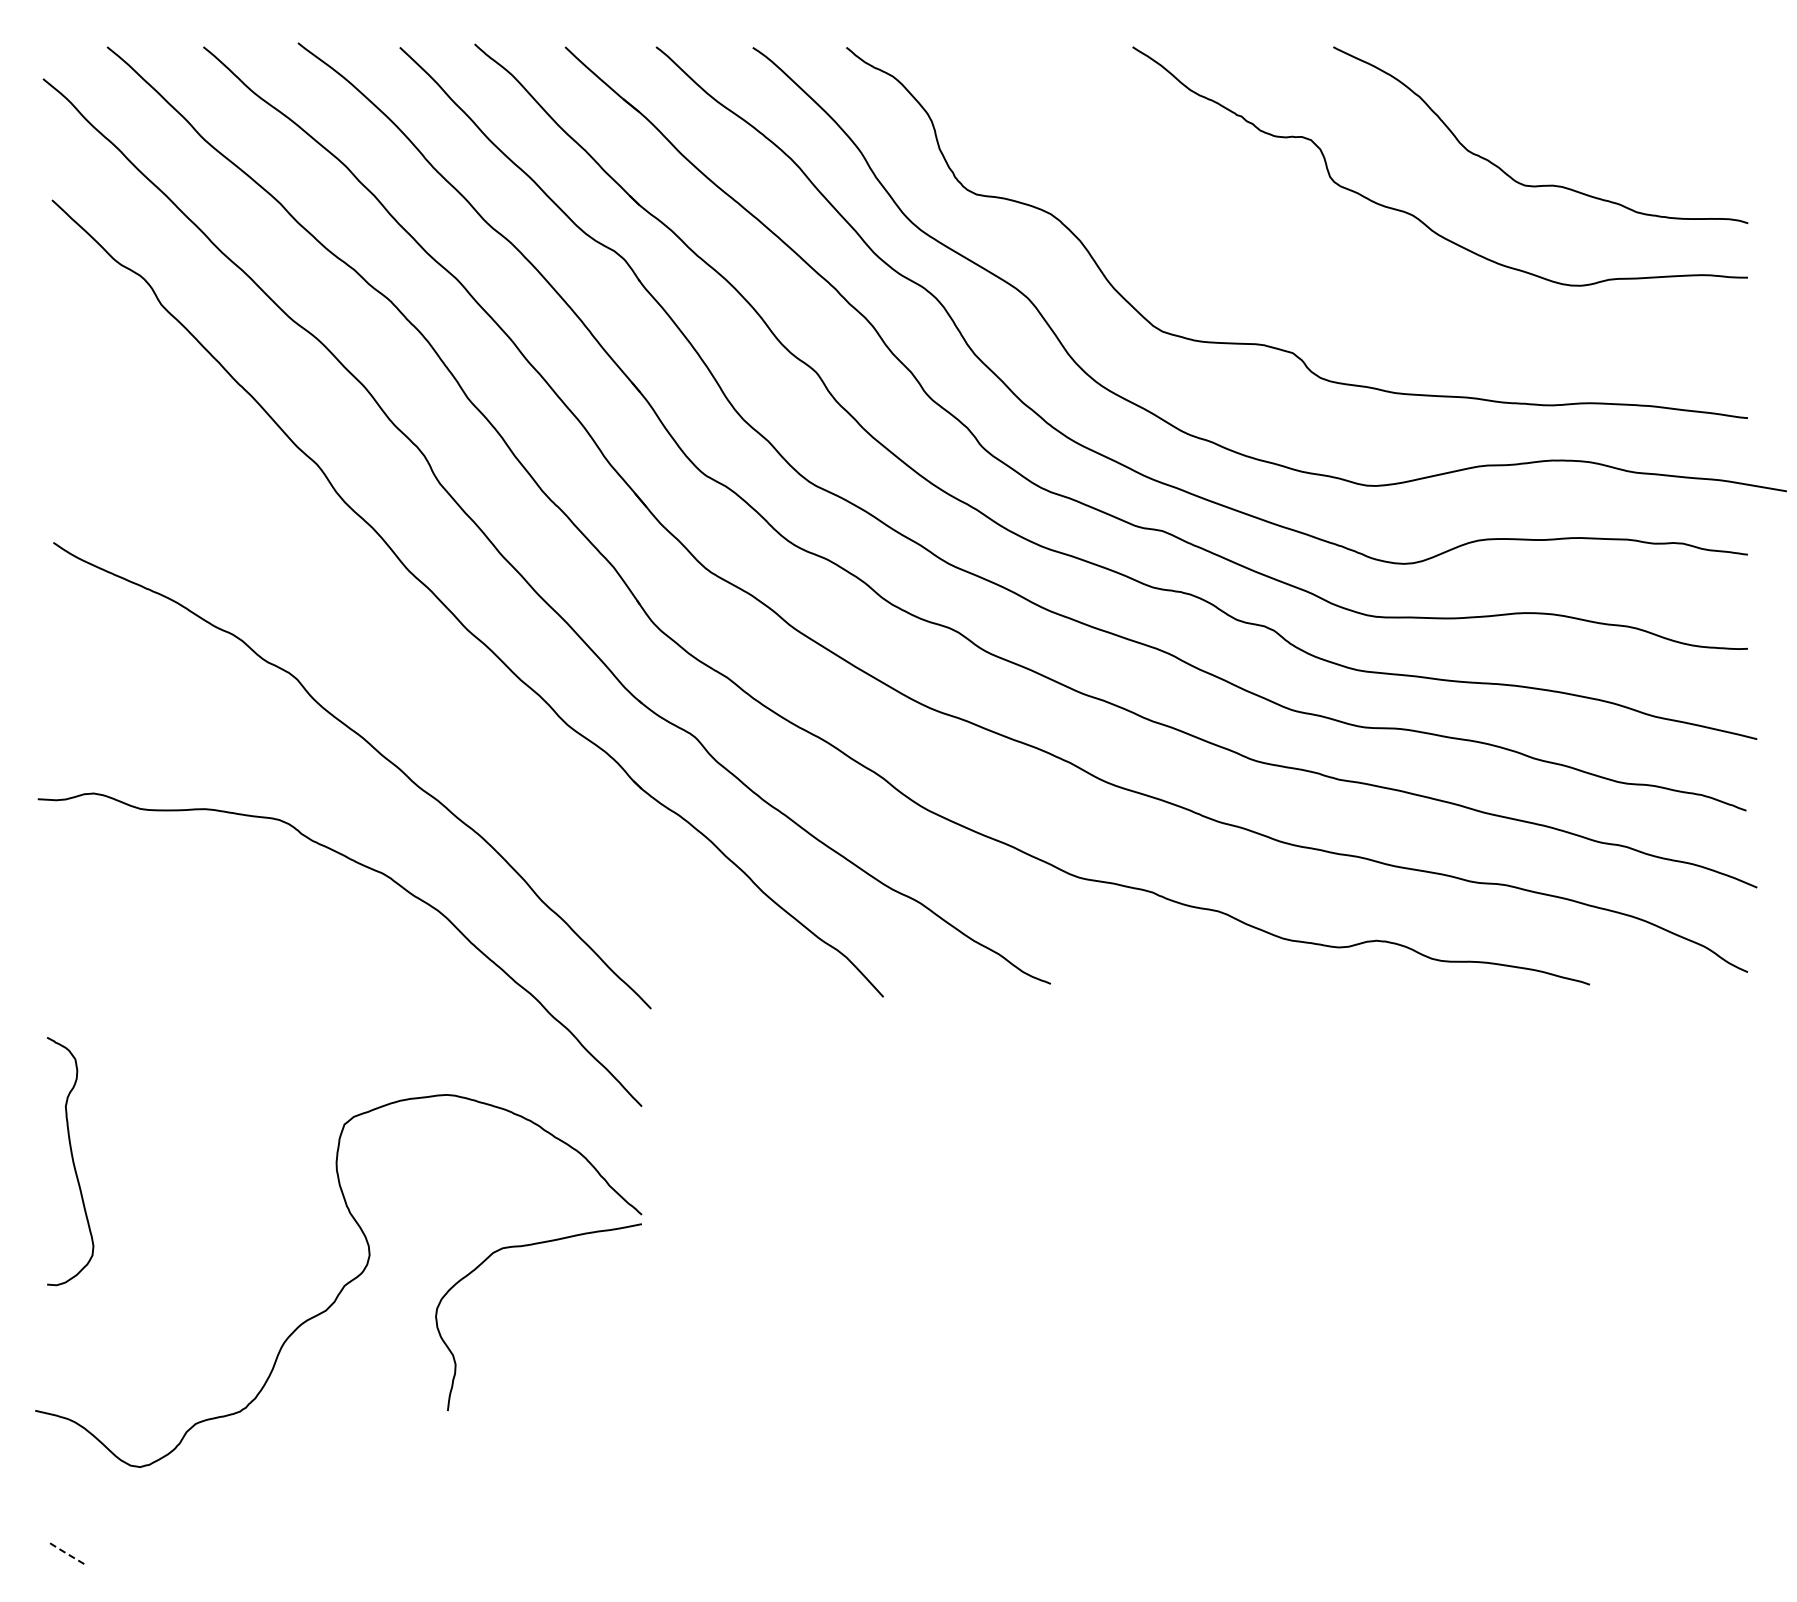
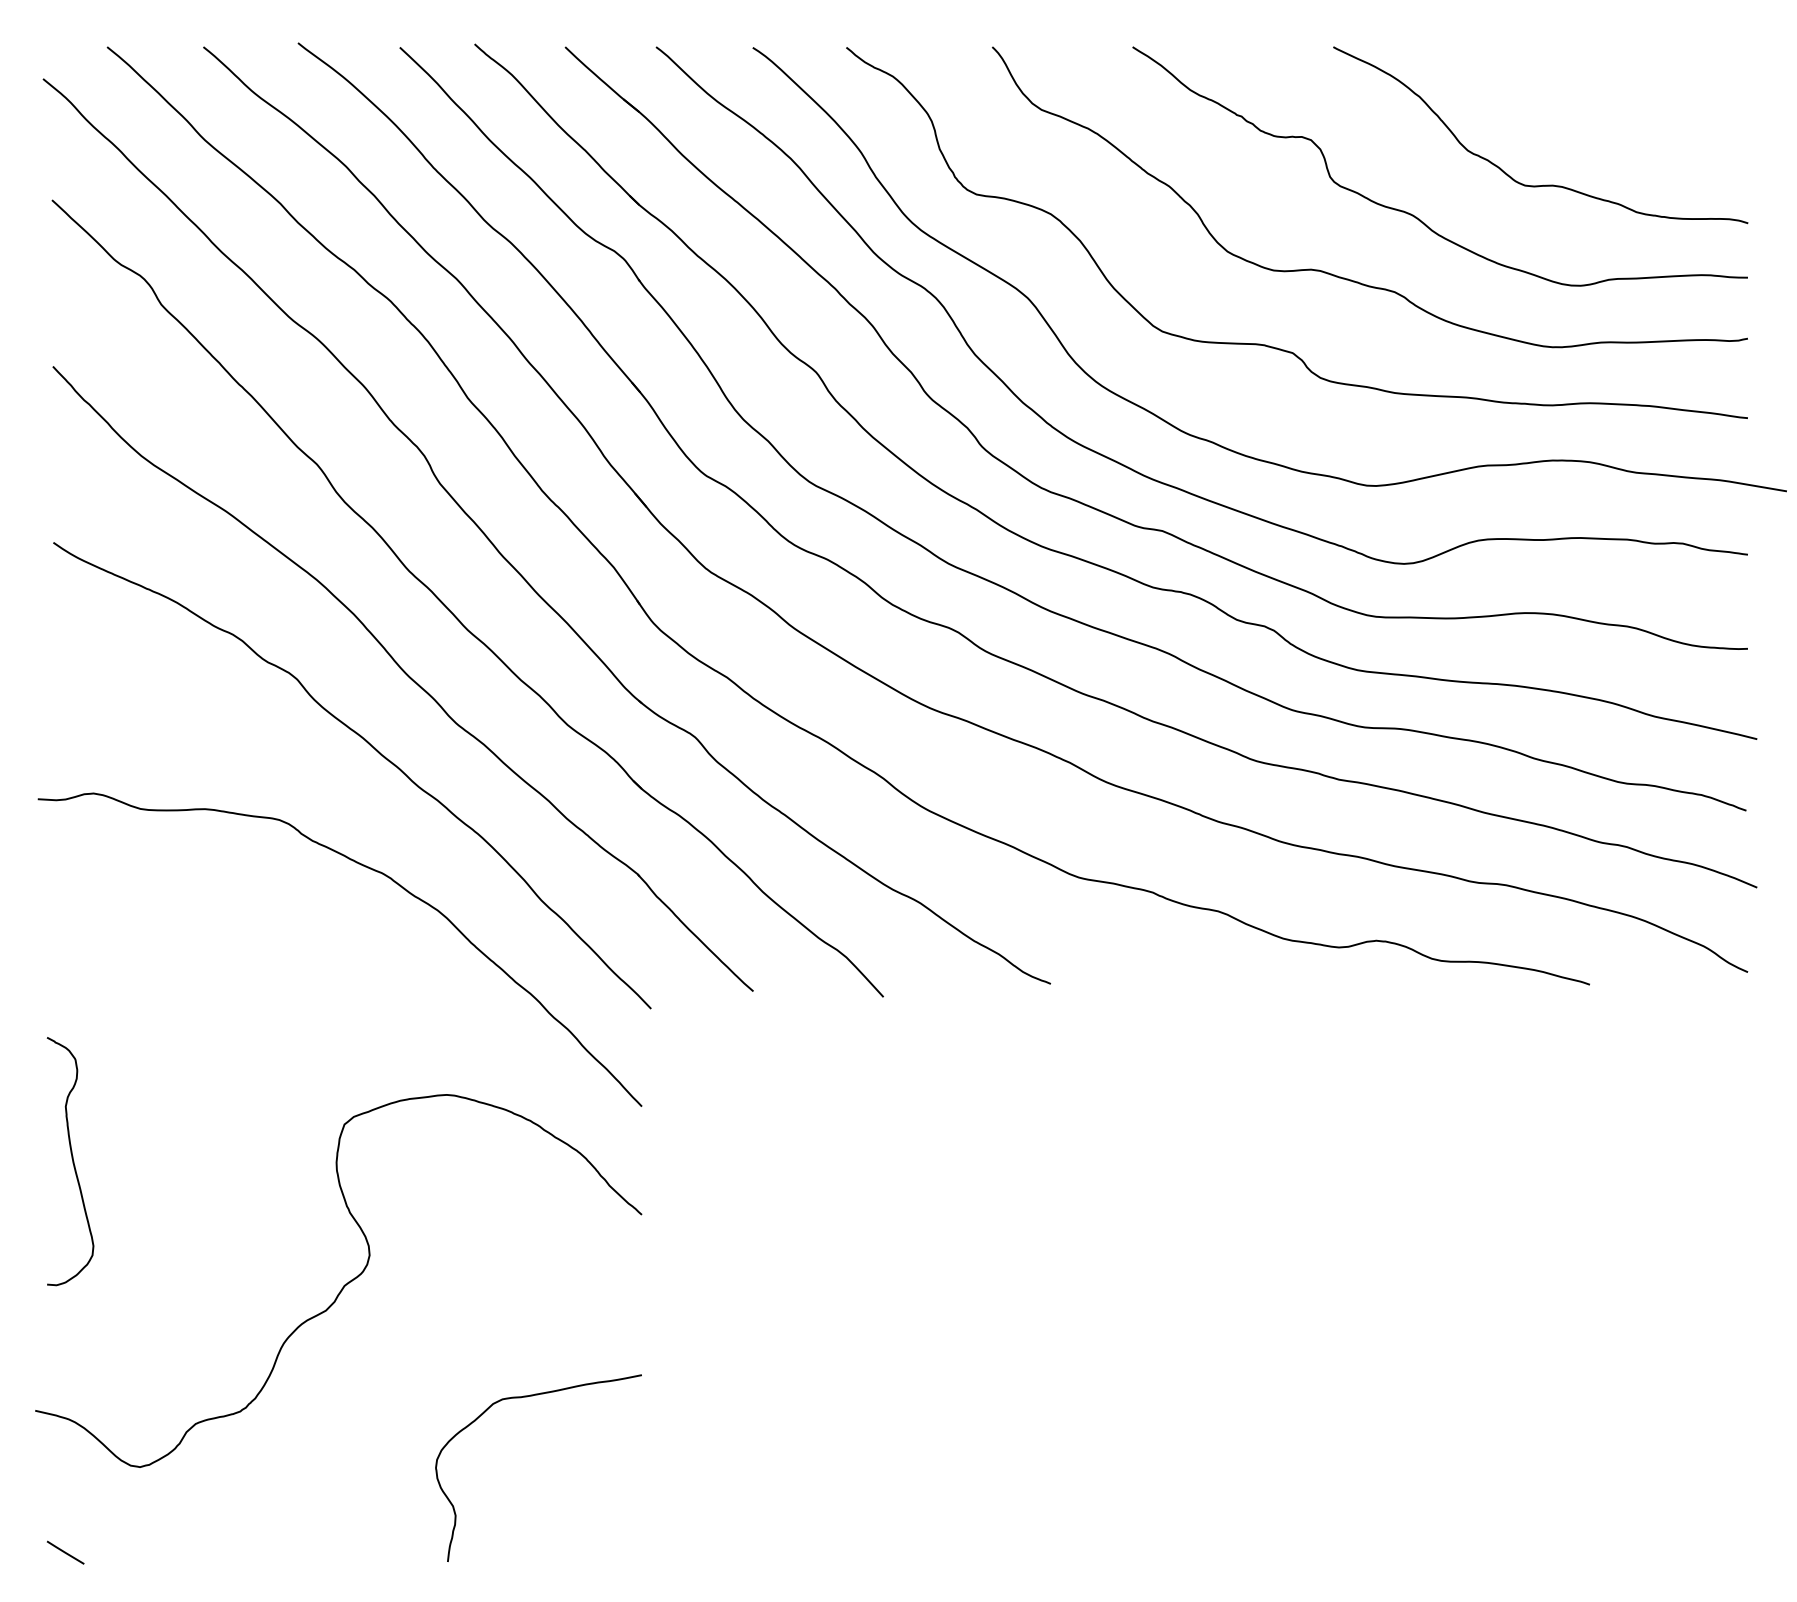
curve at (1348, 278): none -> present
part at (402, 678): none -> present
curve at (527, 1246) position: (527, 1246) -> (527, 1397)
line at (65, 1552): dashed -> solid
